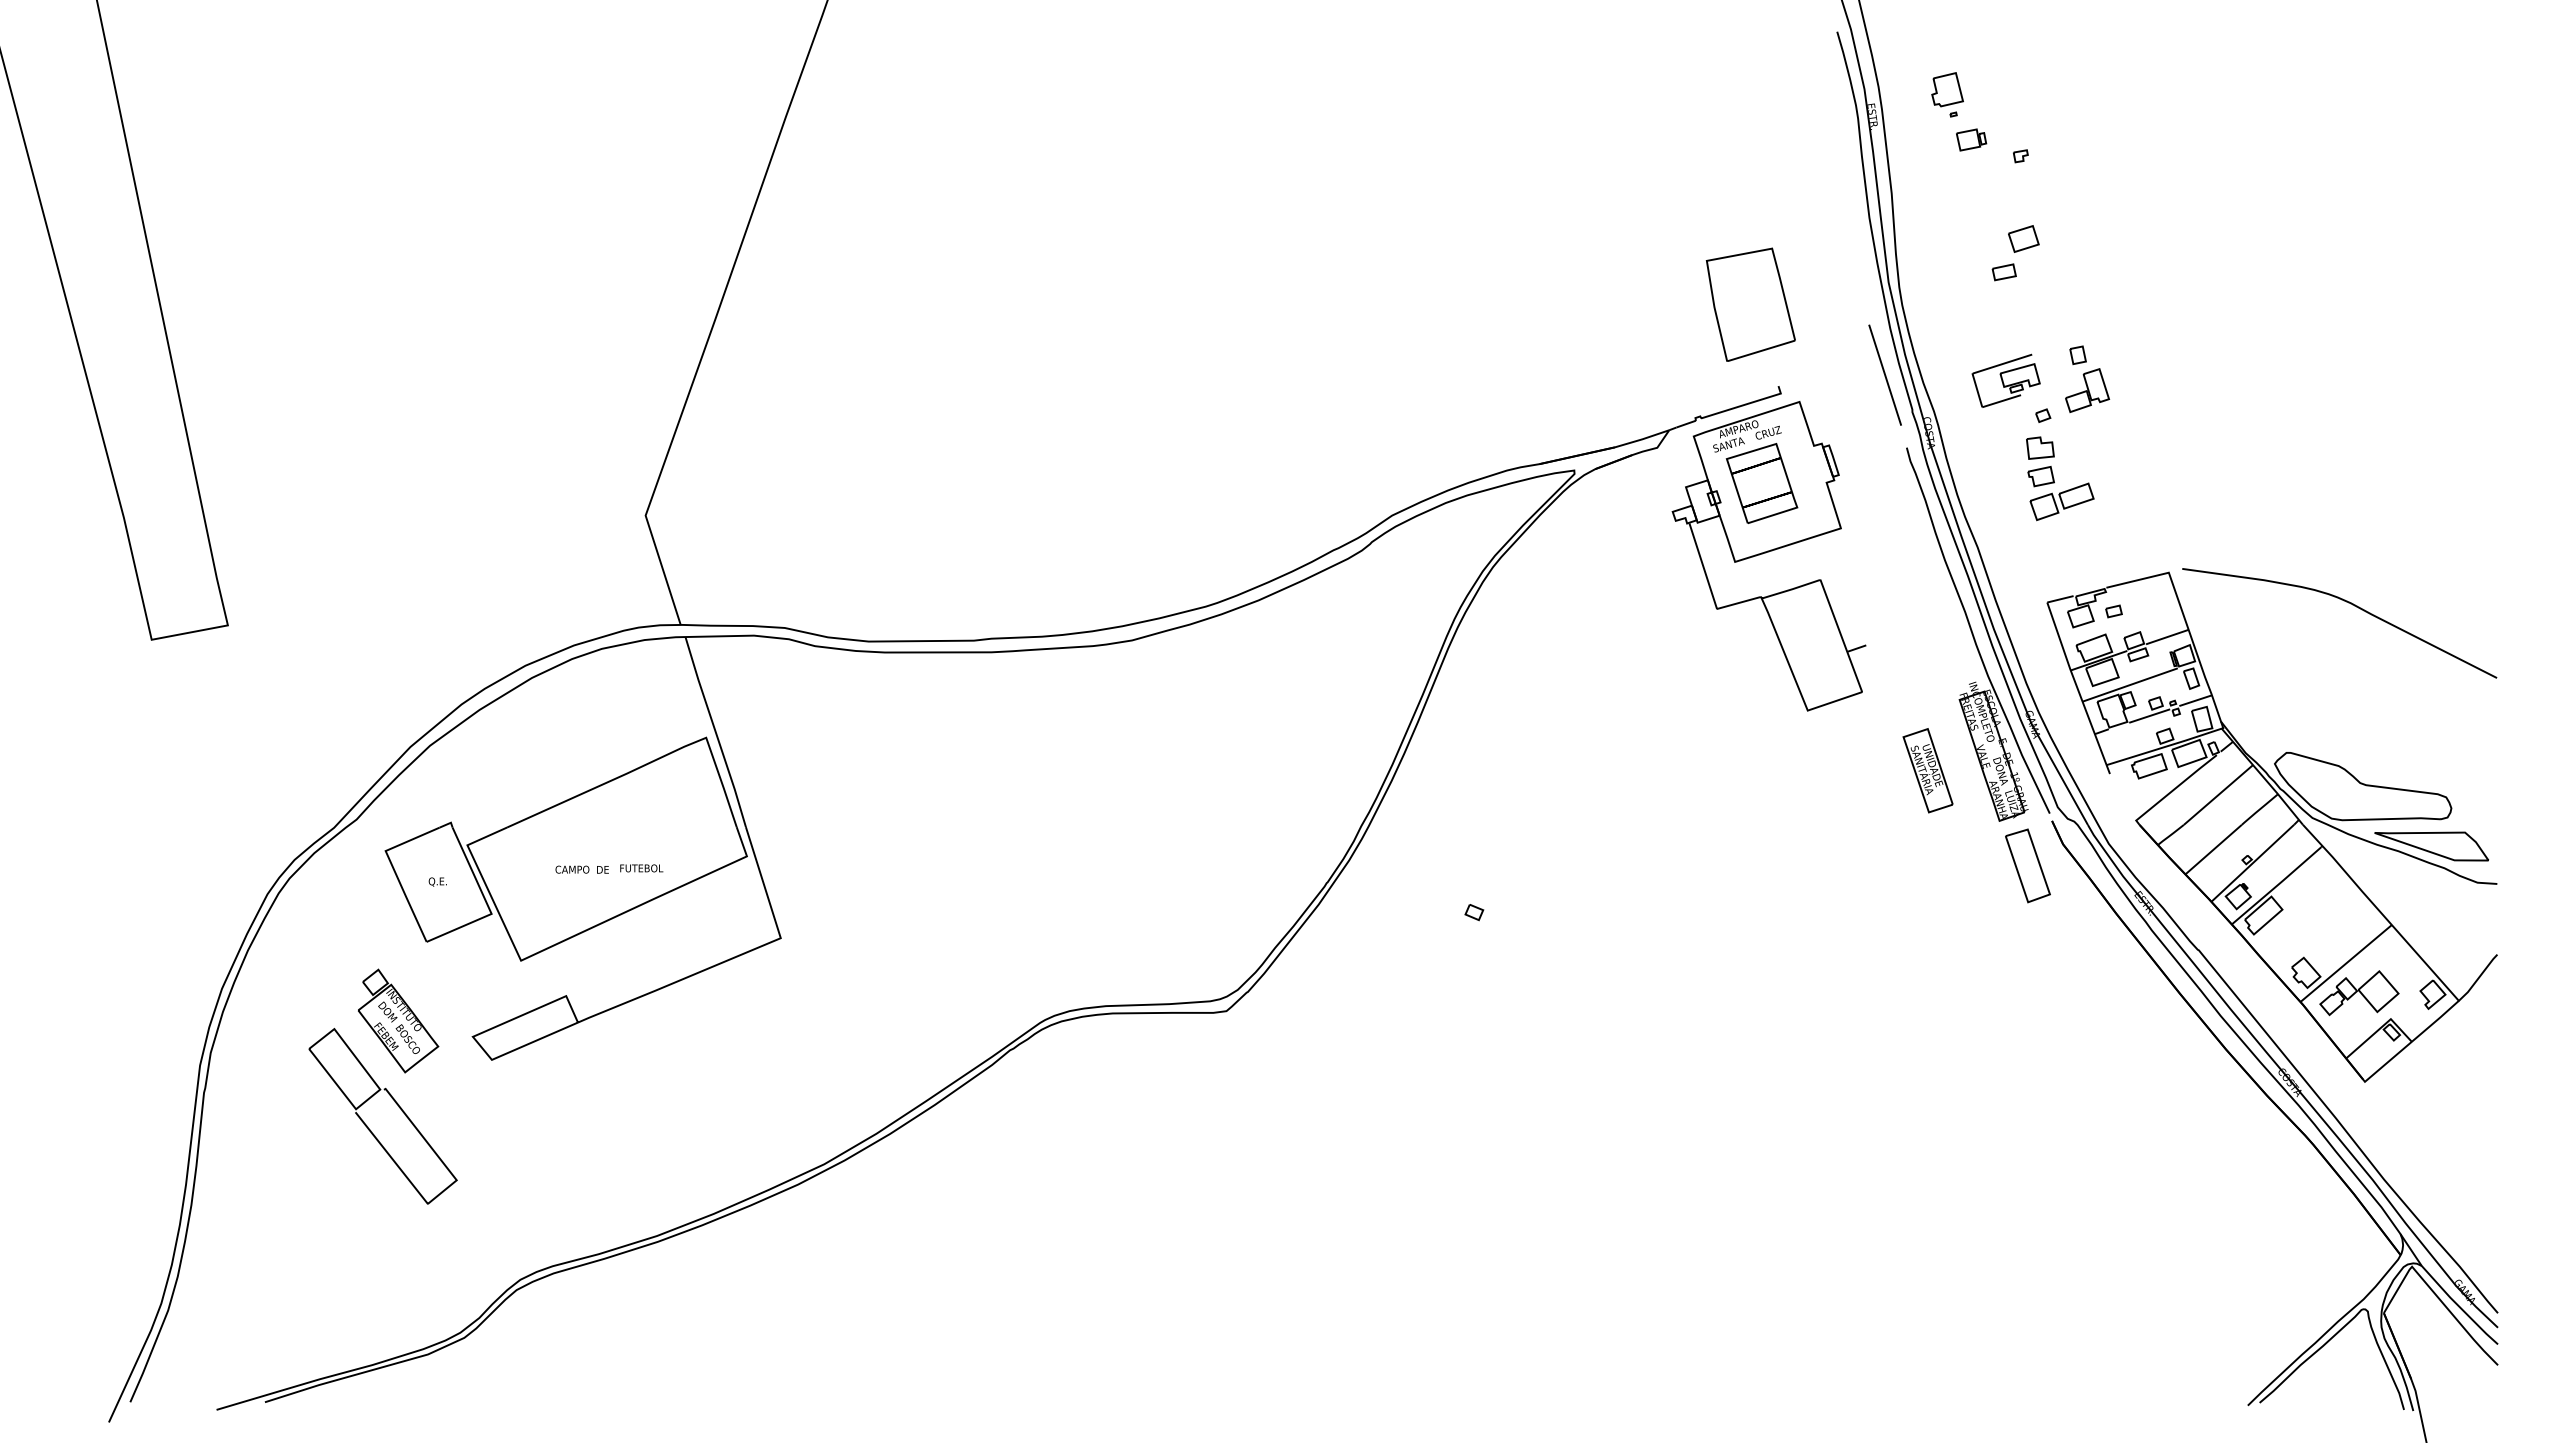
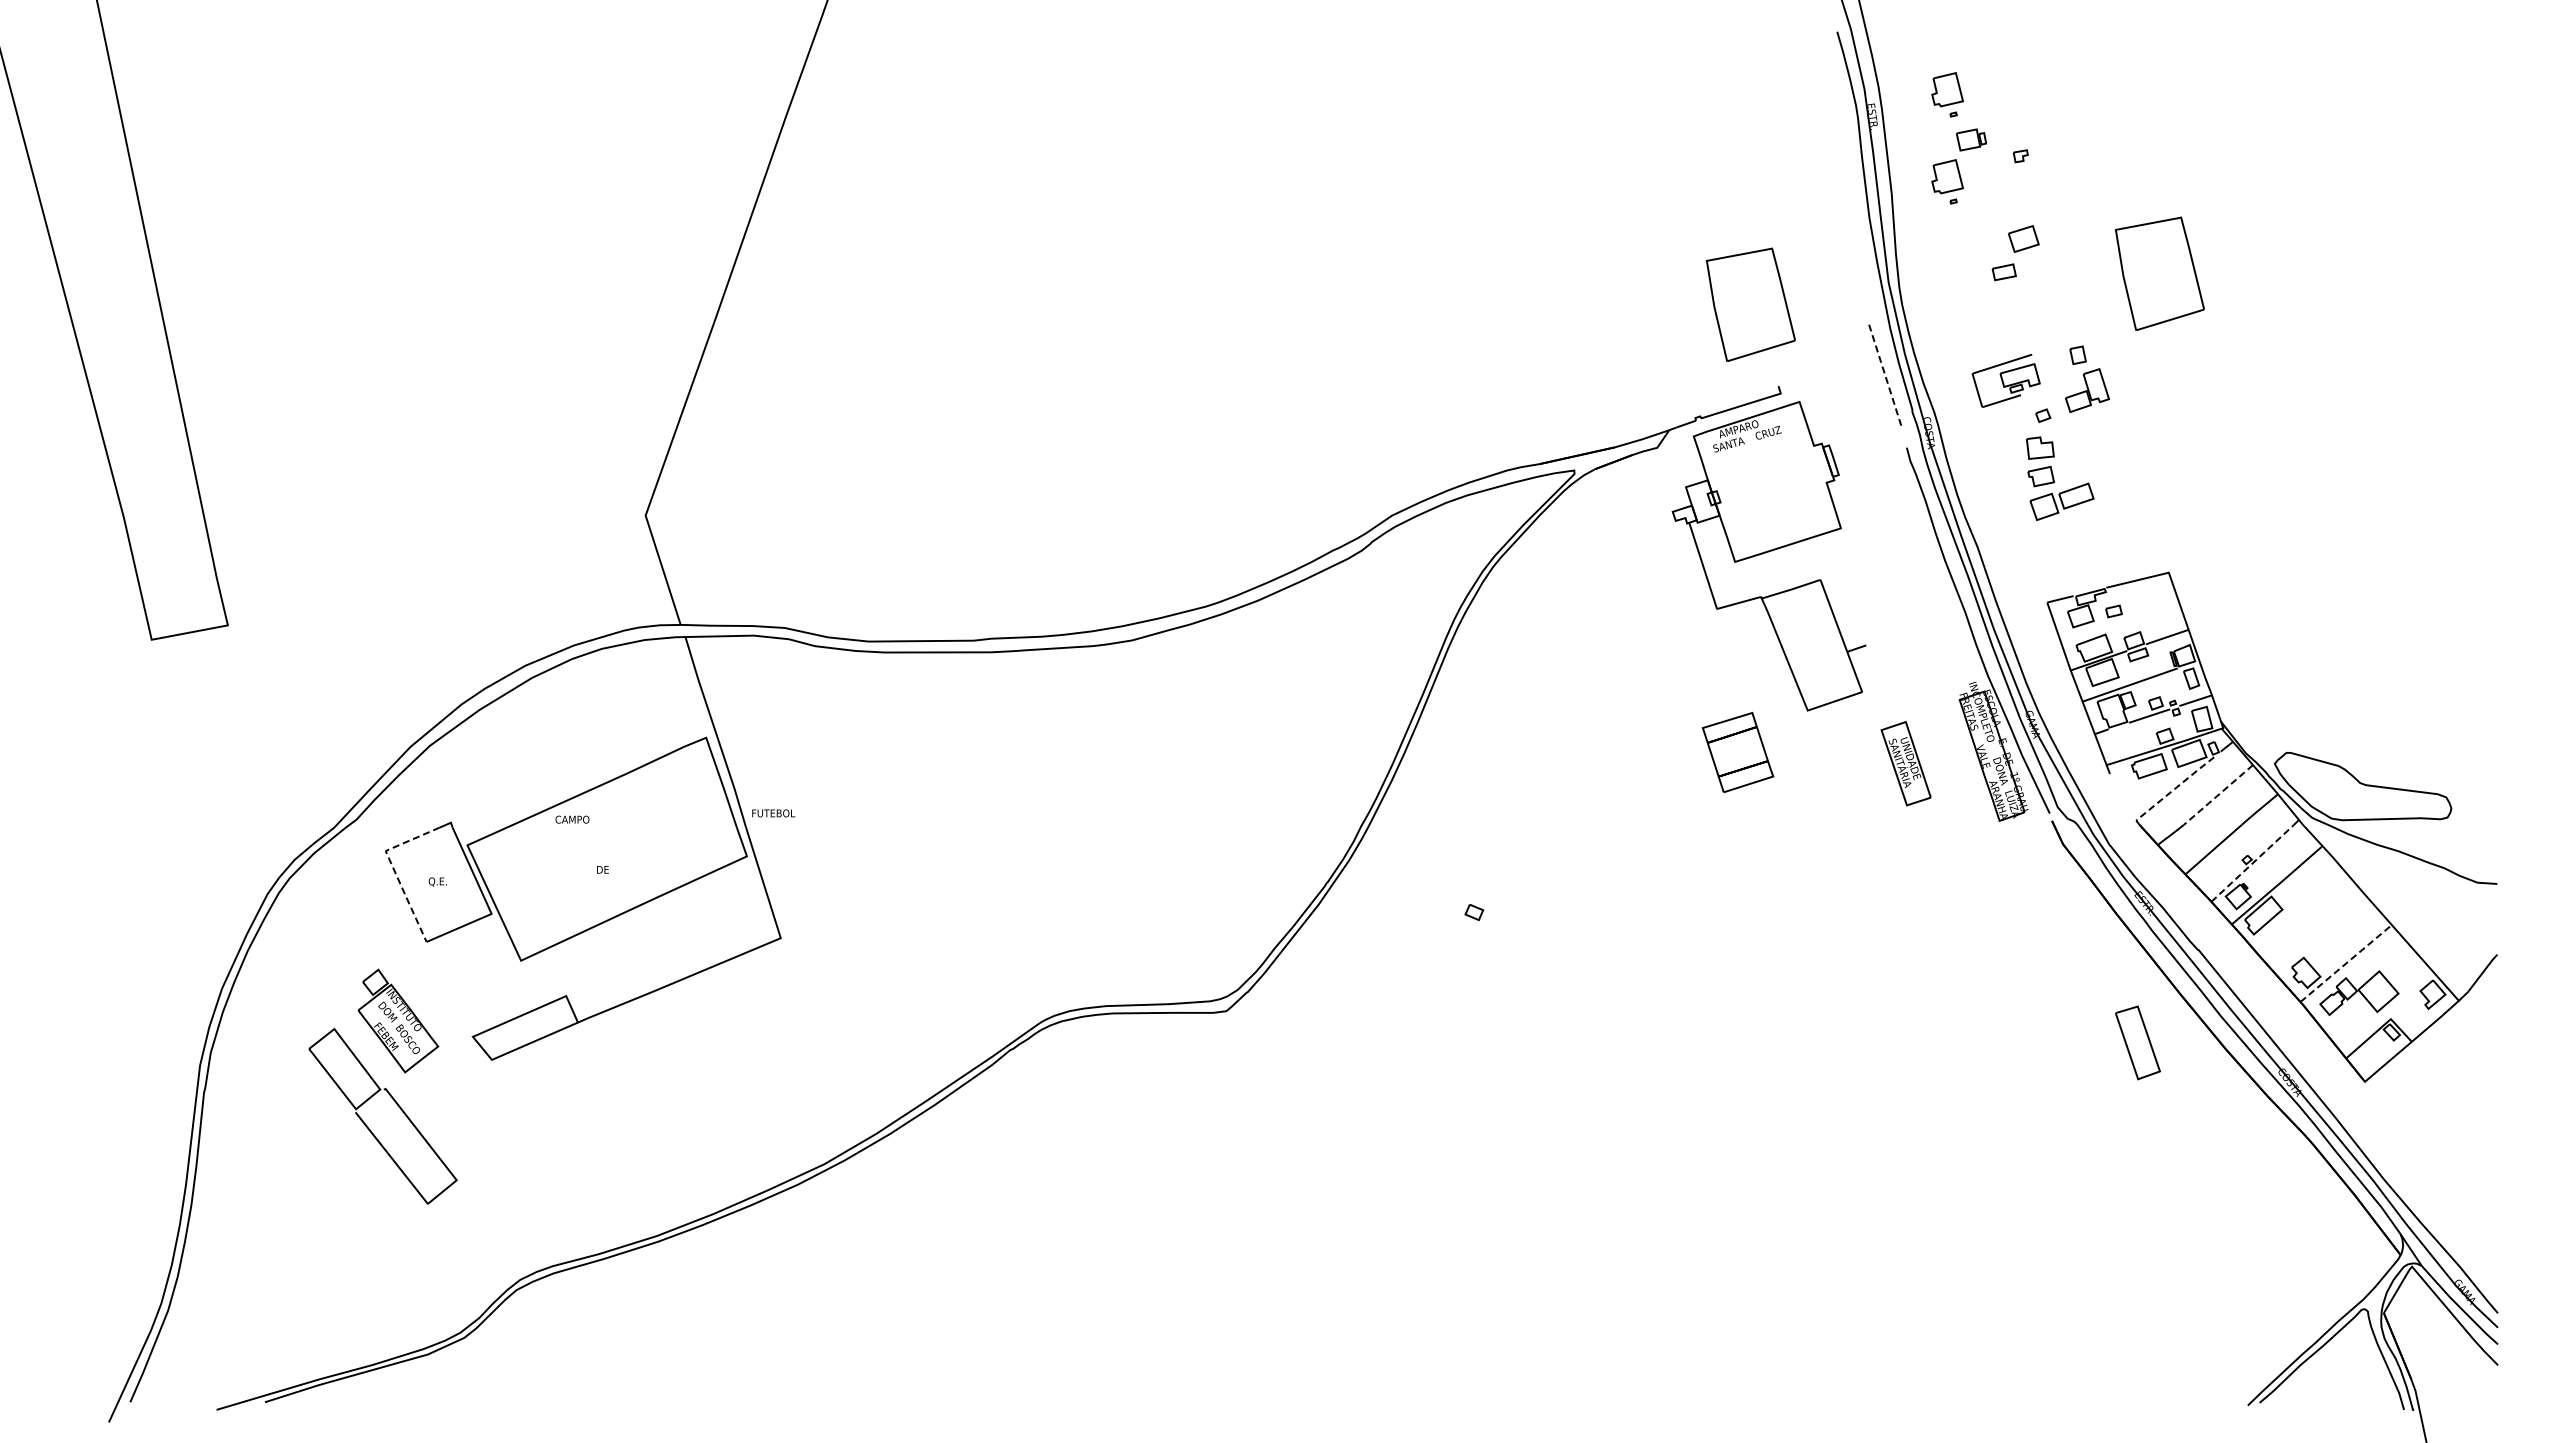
part at (1947, 181): none -> present
part at (2159, 273): none -> present
line at (1885, 375): solid -> dashed
part at (1761, 483) position: (1761, 483) -> (1737, 752)
curve at (2348, 603): present -> none
part at (1927, 770) position: (1927, 770) -> (1905, 763)
line at (2174, 789): solid -> dashed
line at (2218, 795): solid -> dashed
part at (2431, 846): present -> none
line at (2252, 863): solid -> dashed
part at (2027, 865) position: (2027, 865) -> (2137, 1042)
text at (641, 868) position: (641, 868) -> (773, 813)
line at (394, 869): solid -> dashed
text at (572, 869) position: (572, 869) -> (572, 819)
line at (2346, 963): solid -> dashed
